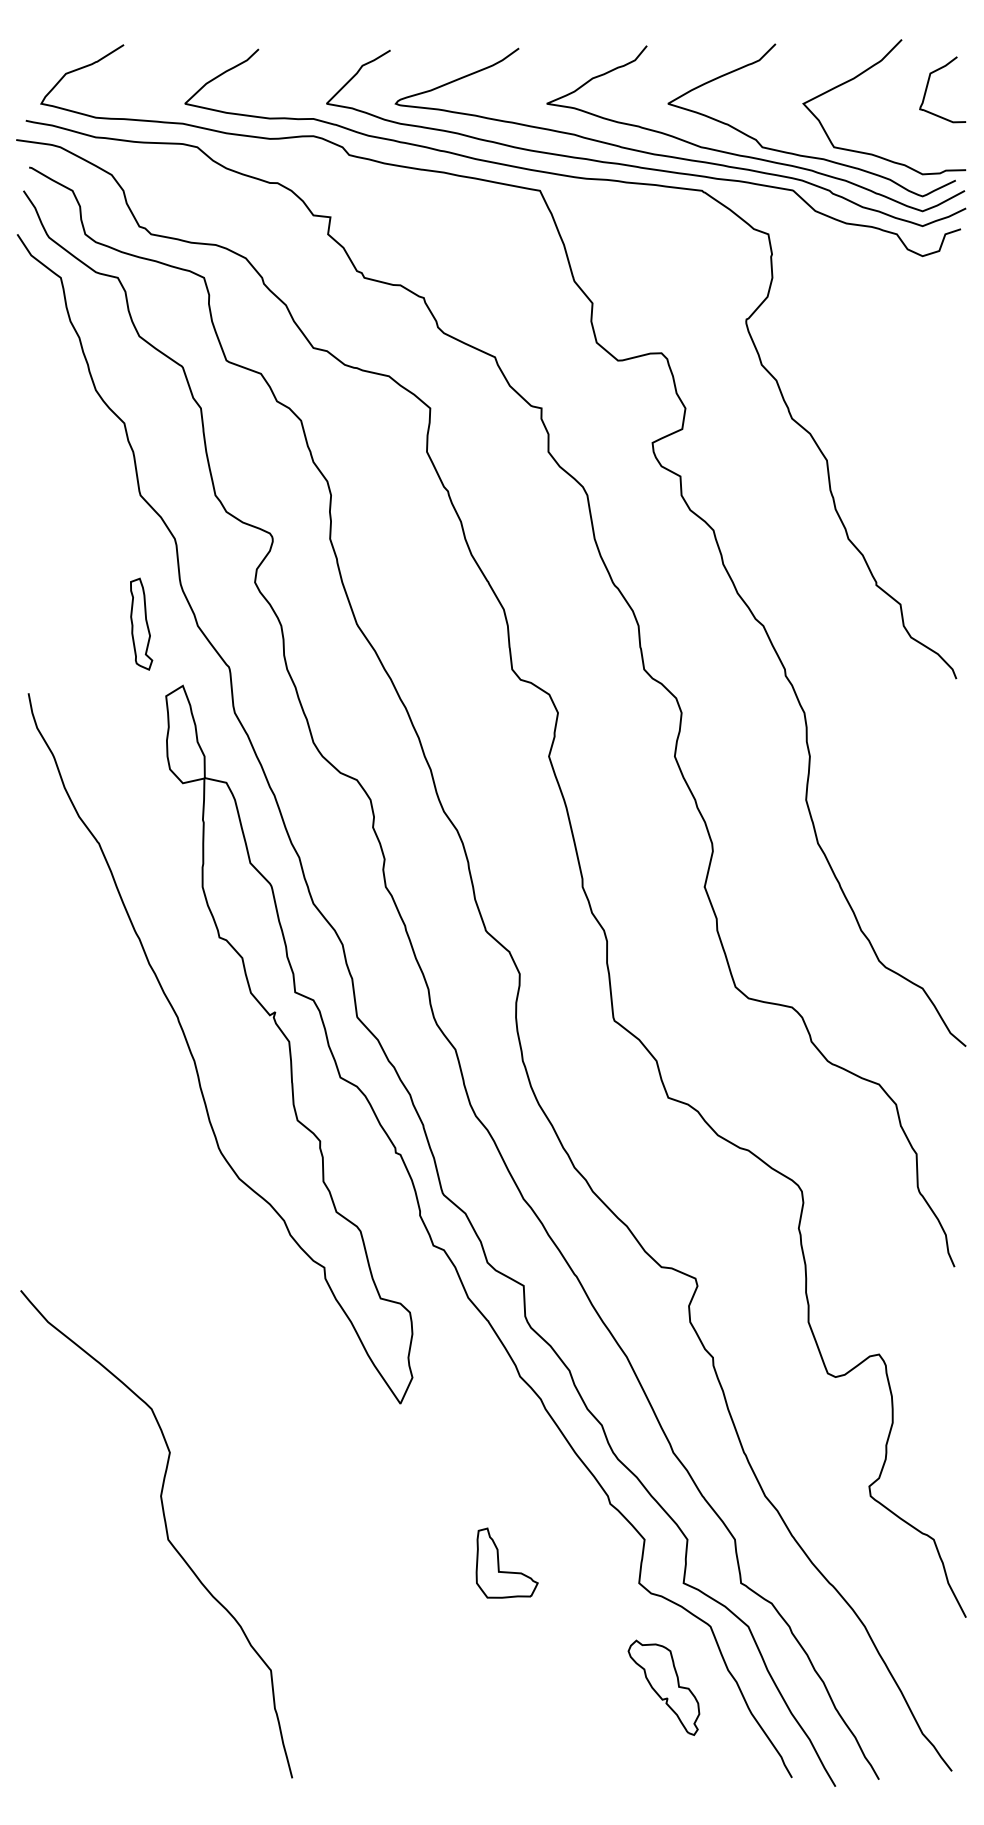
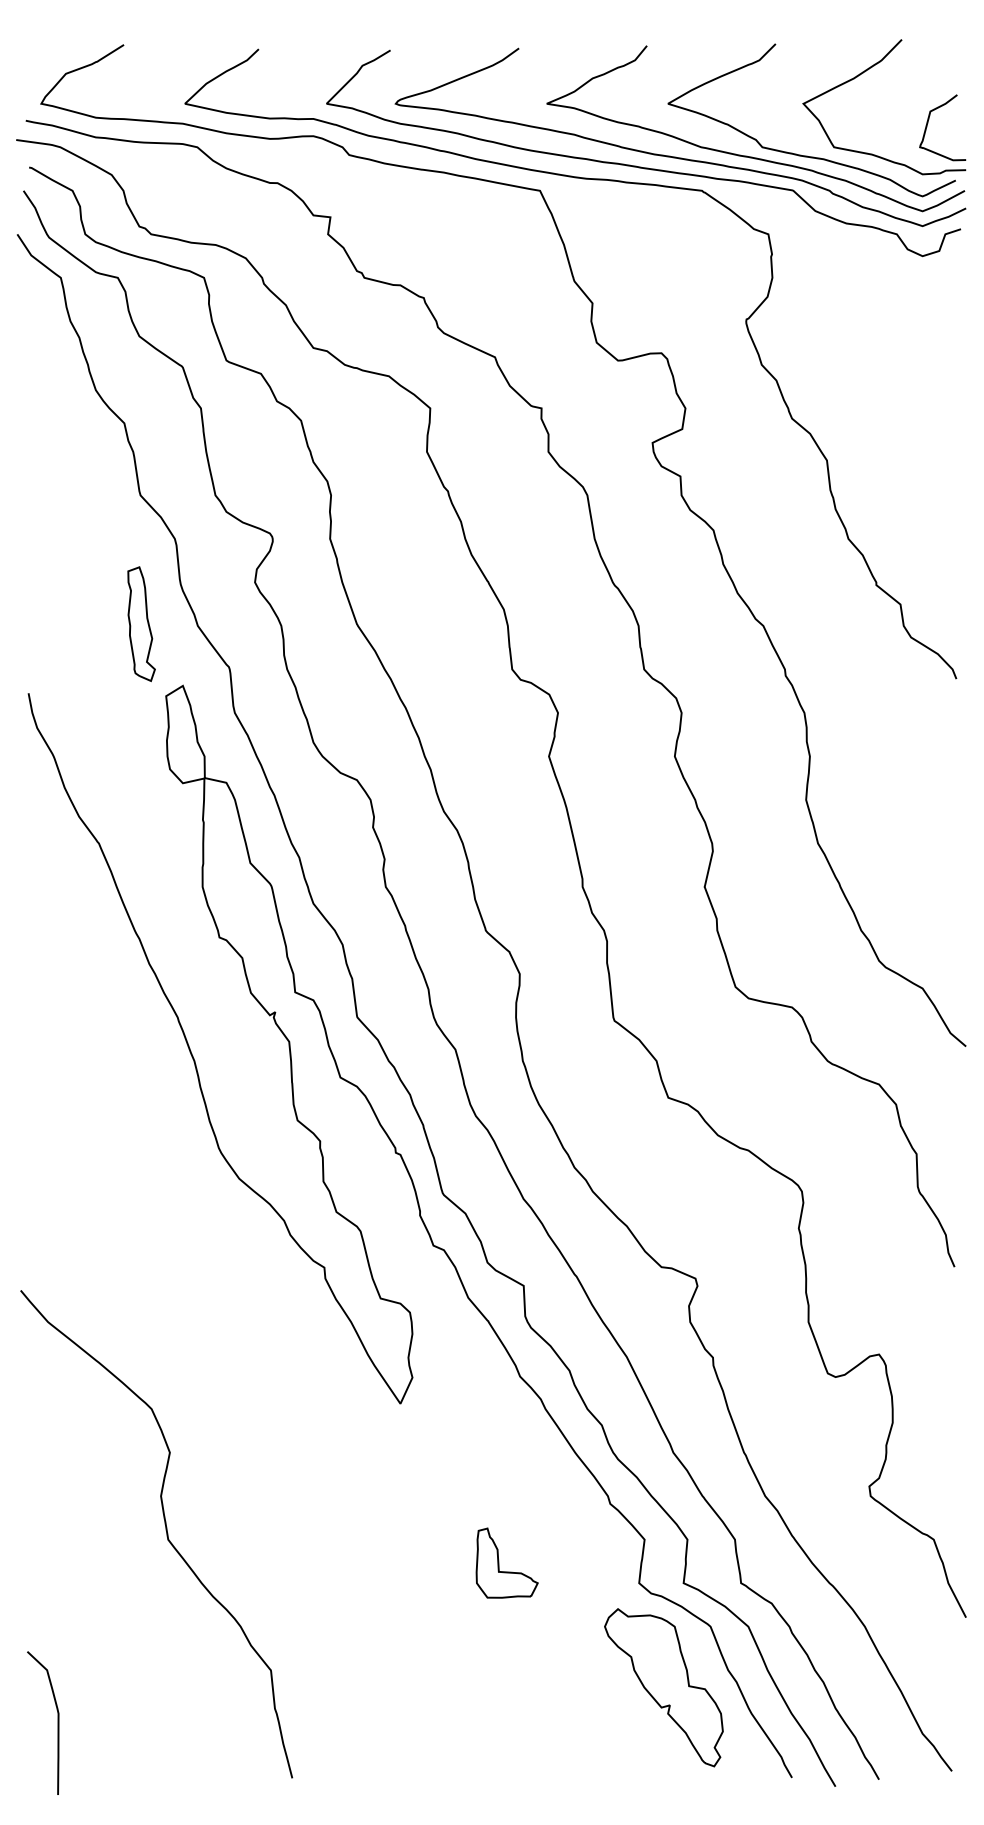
curve at (928, 85) position: (928, 85) -> (928, 123)
part at (141, 623) size: 24x94 px -> 29x117 px
part at (663, 1687) size: 74x97 px -> 120x160 px
curve at (57, 1722): none -> present
